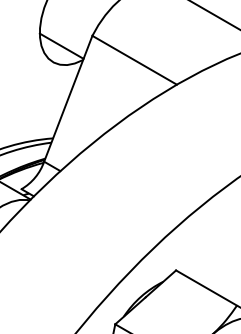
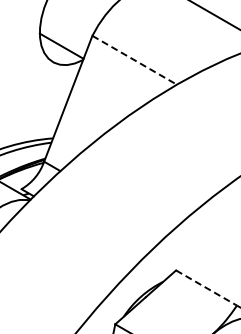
line at (134, 60): solid -> dashed
line at (206, 288): solid -> dashed
